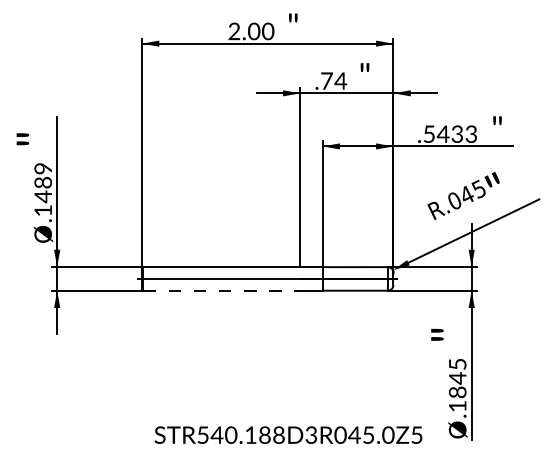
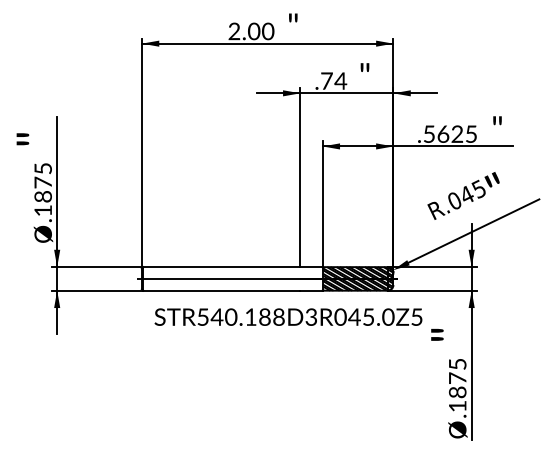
text at (456, 133): .5433 -> .5625
text at (42, 183): .1489 -> .1875
hatch at (357, 278): none -> present
line at (222, 290): dashed -> solid
text at (457, 378): .1845 -> .1875
text at (288, 434) position: (288, 434) -> (288, 316)
